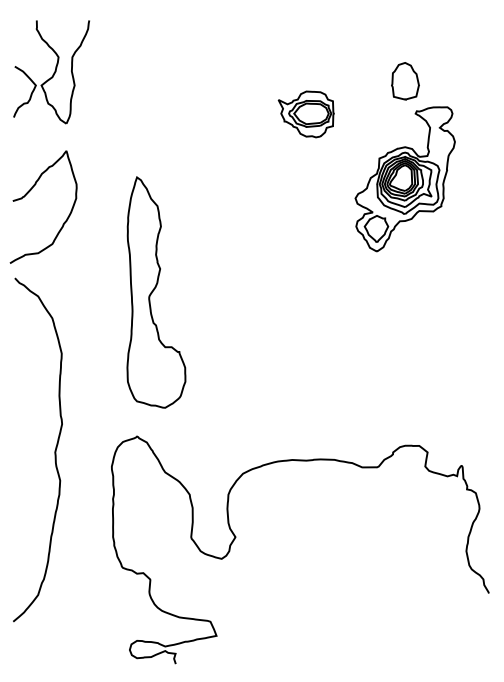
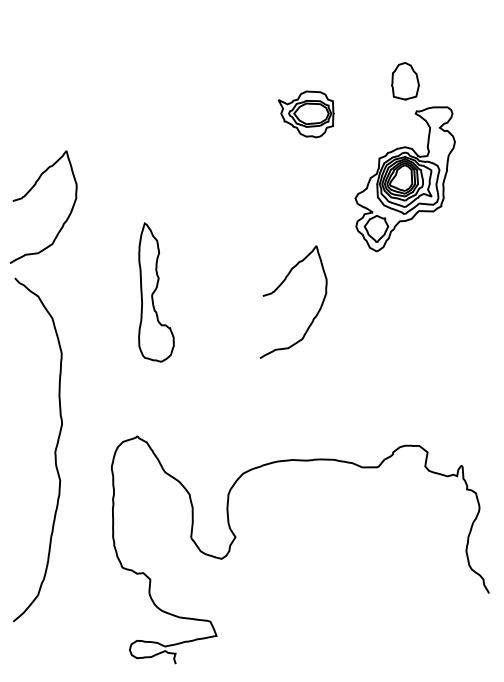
part at (51, 72): present -> none
curve at (279, 287): none -> present
part at (156, 292) size: 61x233 px -> 37x141 px
